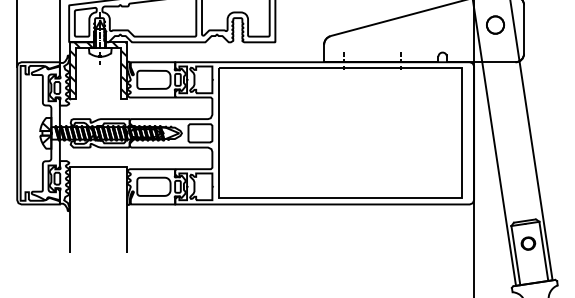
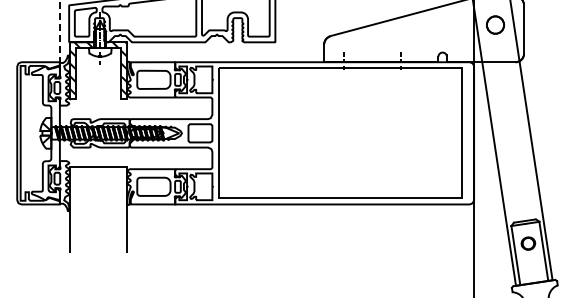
line at (59, 31): solid -> dashed
line at (17, 34): present -> none
